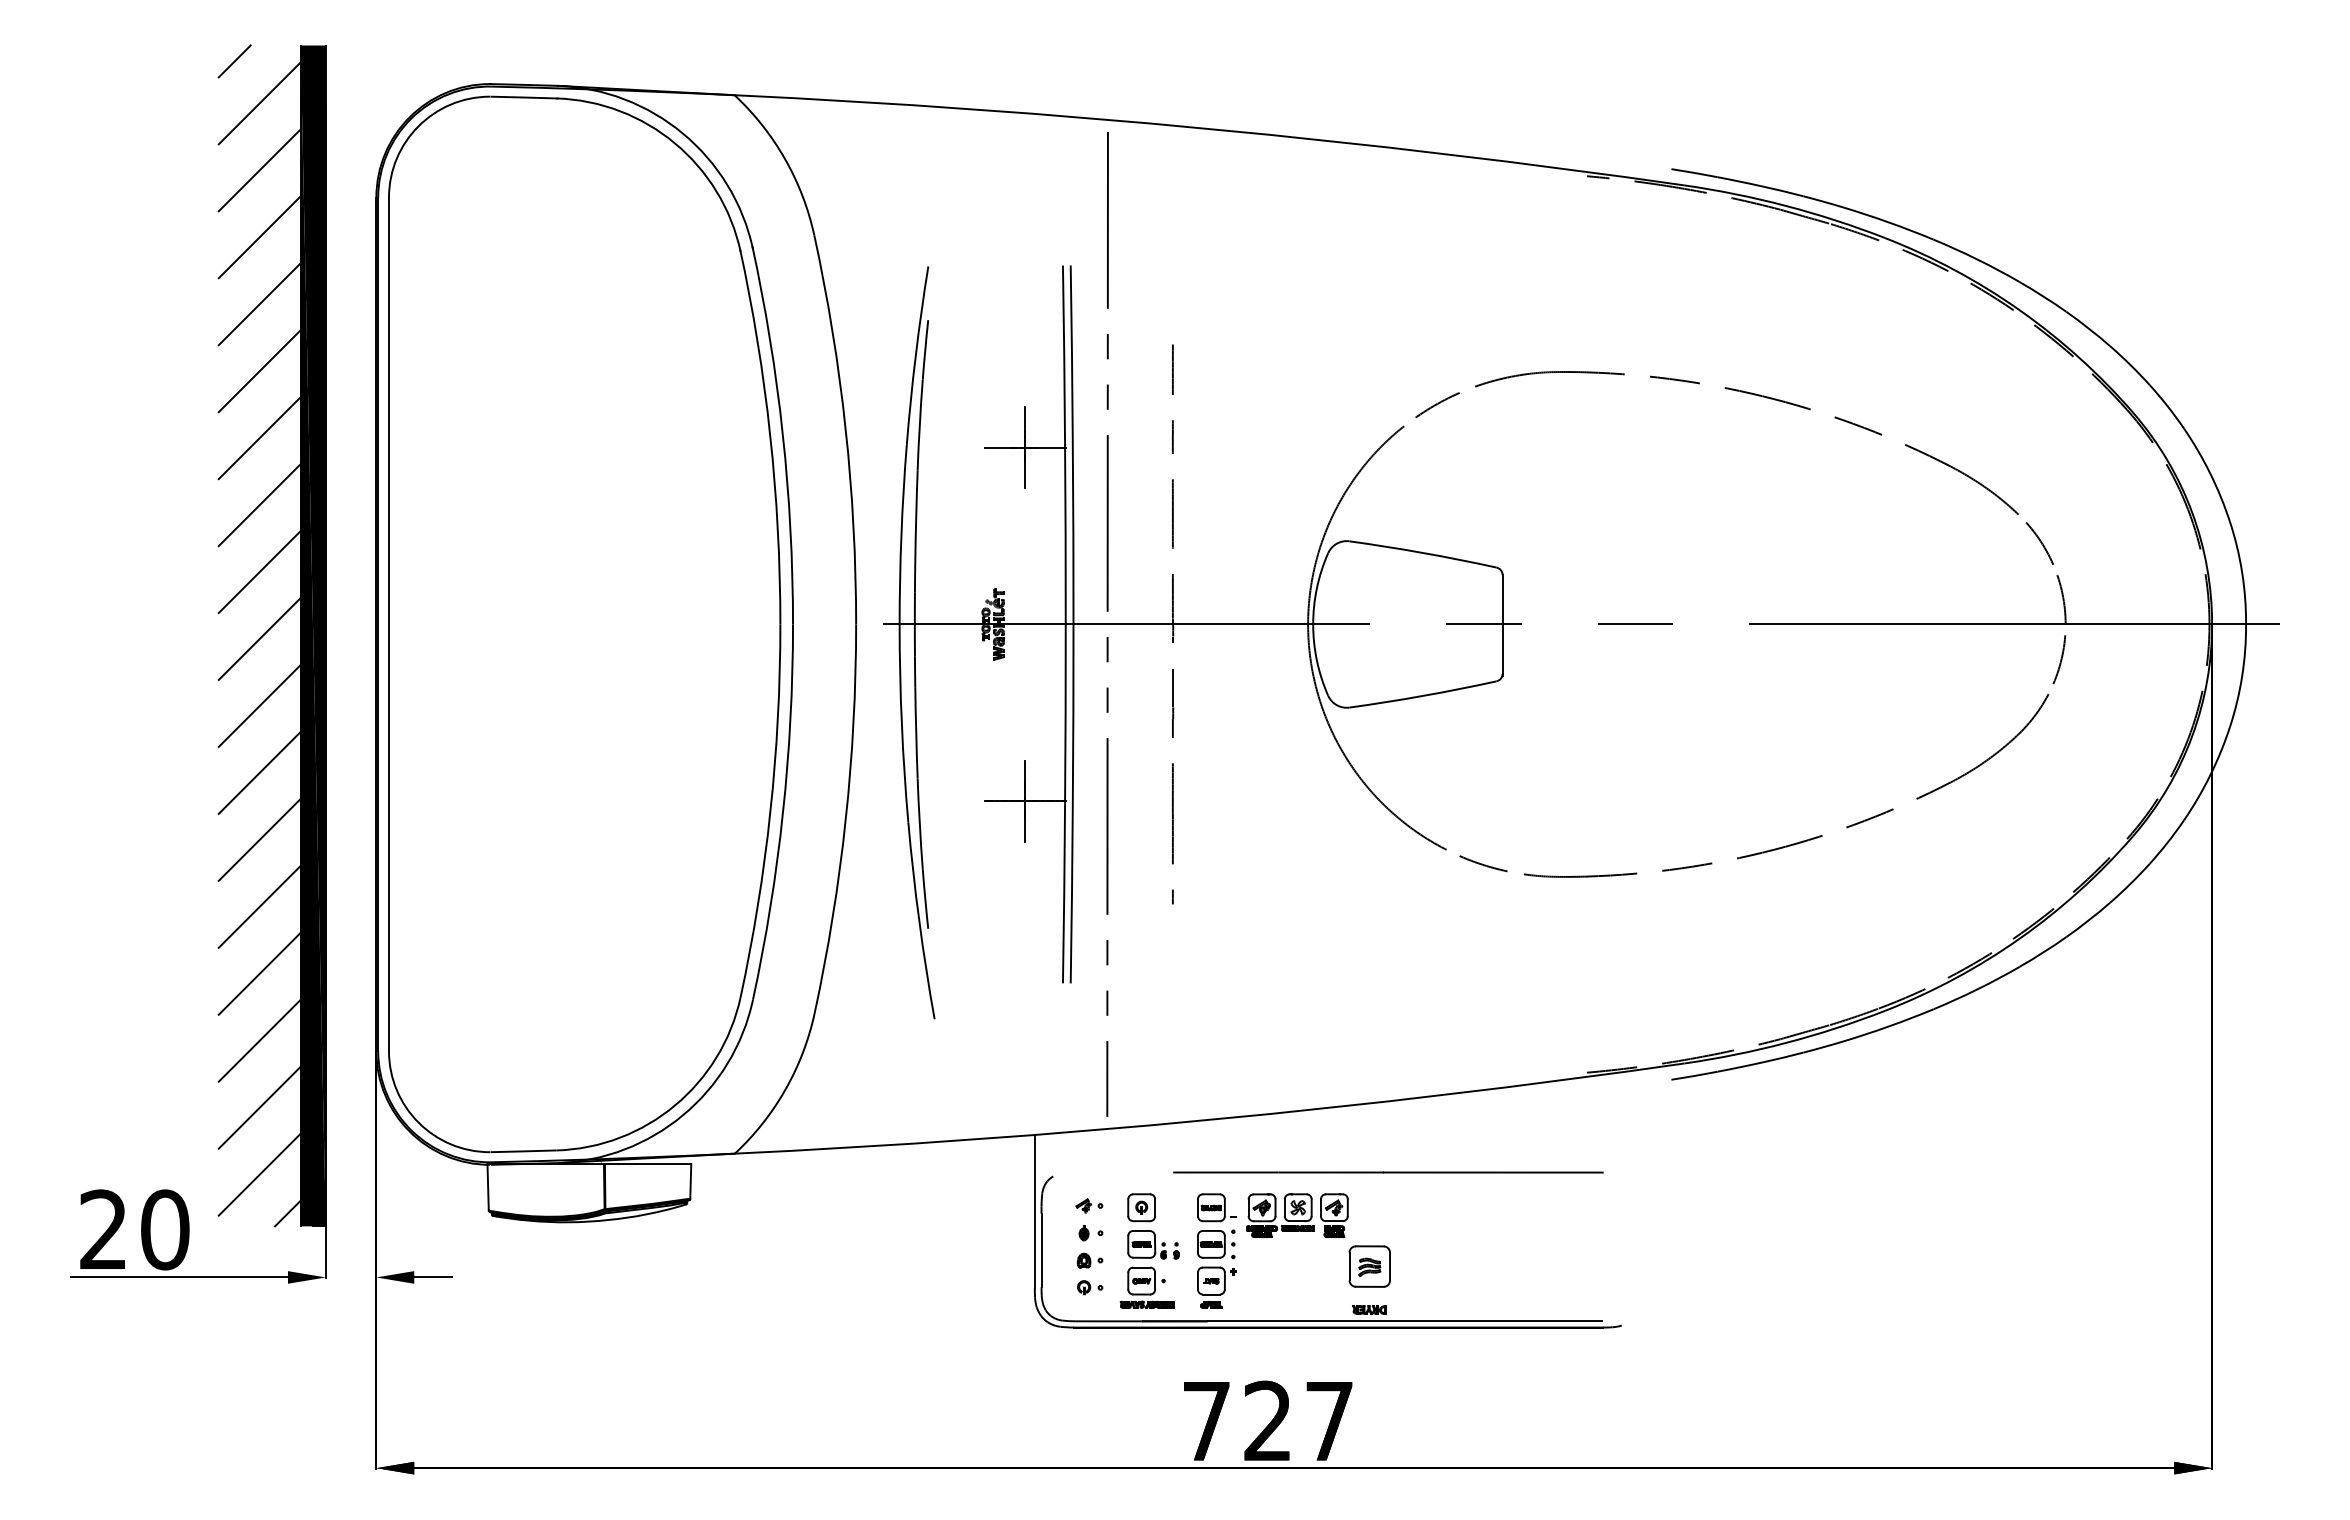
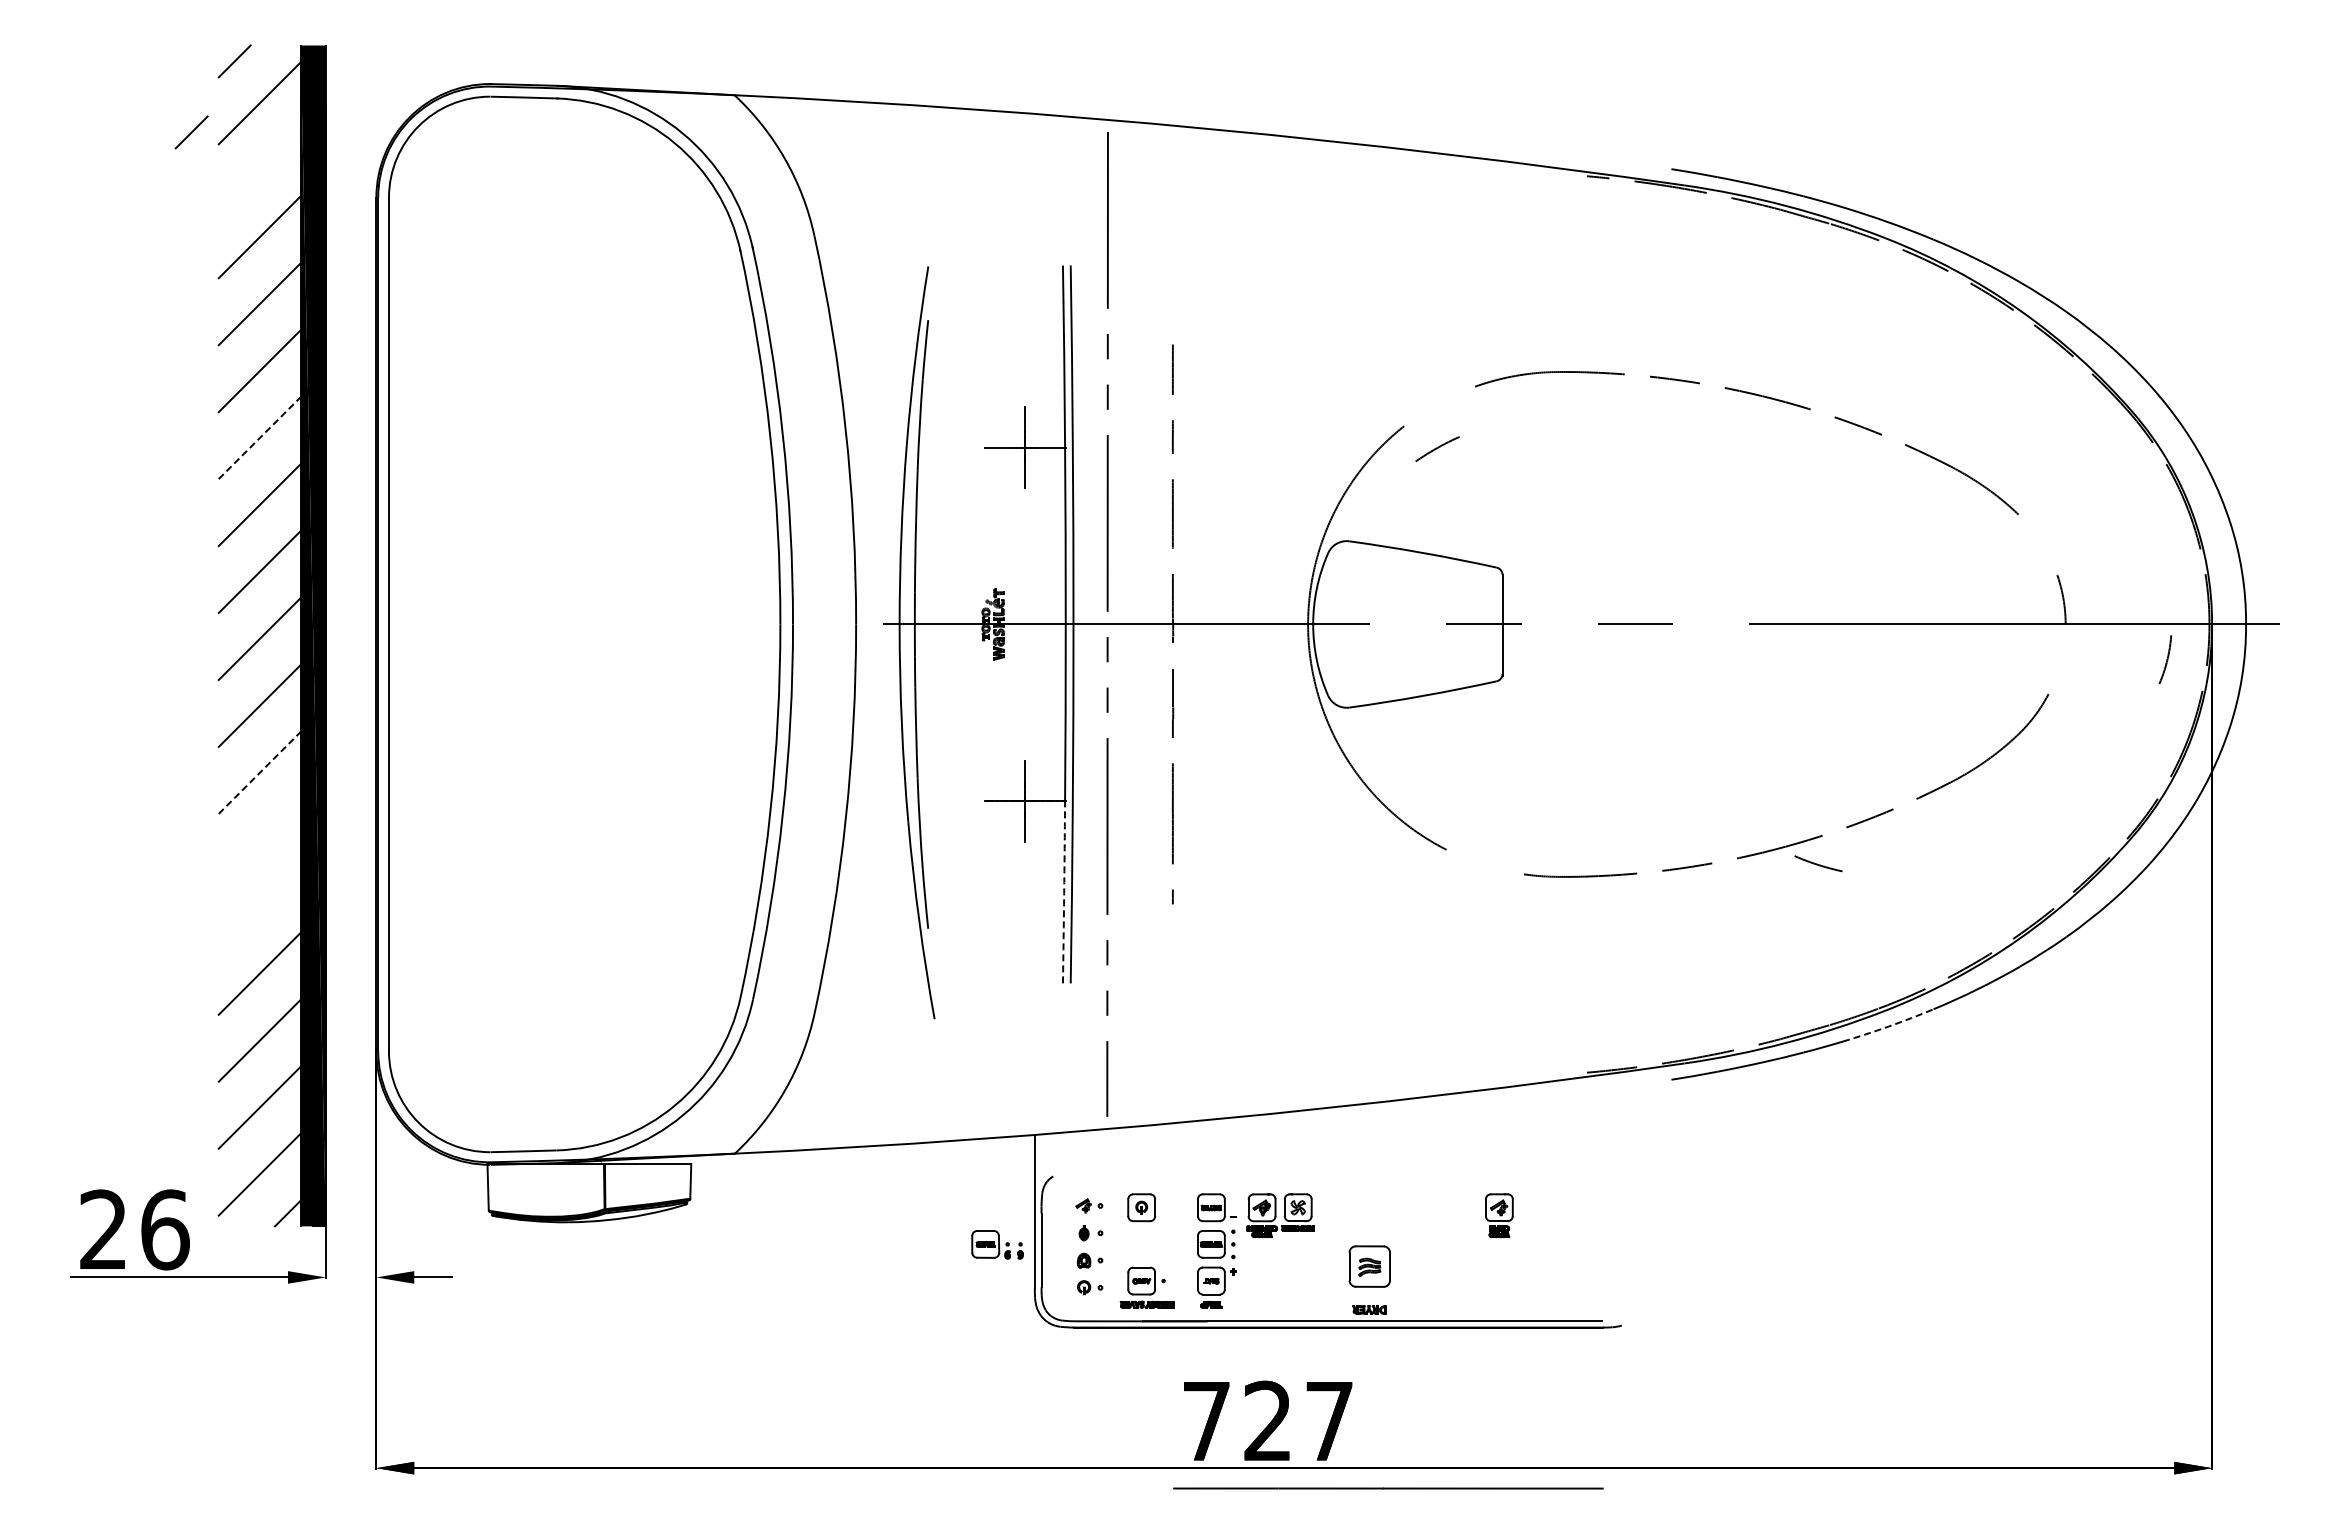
line at (191, 132): none -> present
line at (259, 170): present -> none
curve at (1437, 404) position: (1437, 404) -> (1437, 448)
line at (259, 438): solid -> dashed
arc at (2040, 542): present -> none
arc at (2060, 659) position: (2060, 659) -> (2166, 659)
line at (259, 773): solid -> dashed
line at (259, 839): present -> none
curve at (1482, 863) position: (1482, 863) -> (1817, 863)
arc at (1064, 893): solid -> dashed
line at (259, 906): present -> none
arc at (1888, 1026): solid -> dashed
line at (1388, 1172) position: (1388, 1172) -> (1388, 1488)
part at (1334, 1215) position: (1334, 1215) -> (1499, 1215)
text at (165, 1229): 20 -> 26
part at (1153, 1244) position: (1153, 1244) -> (997, 1244)
